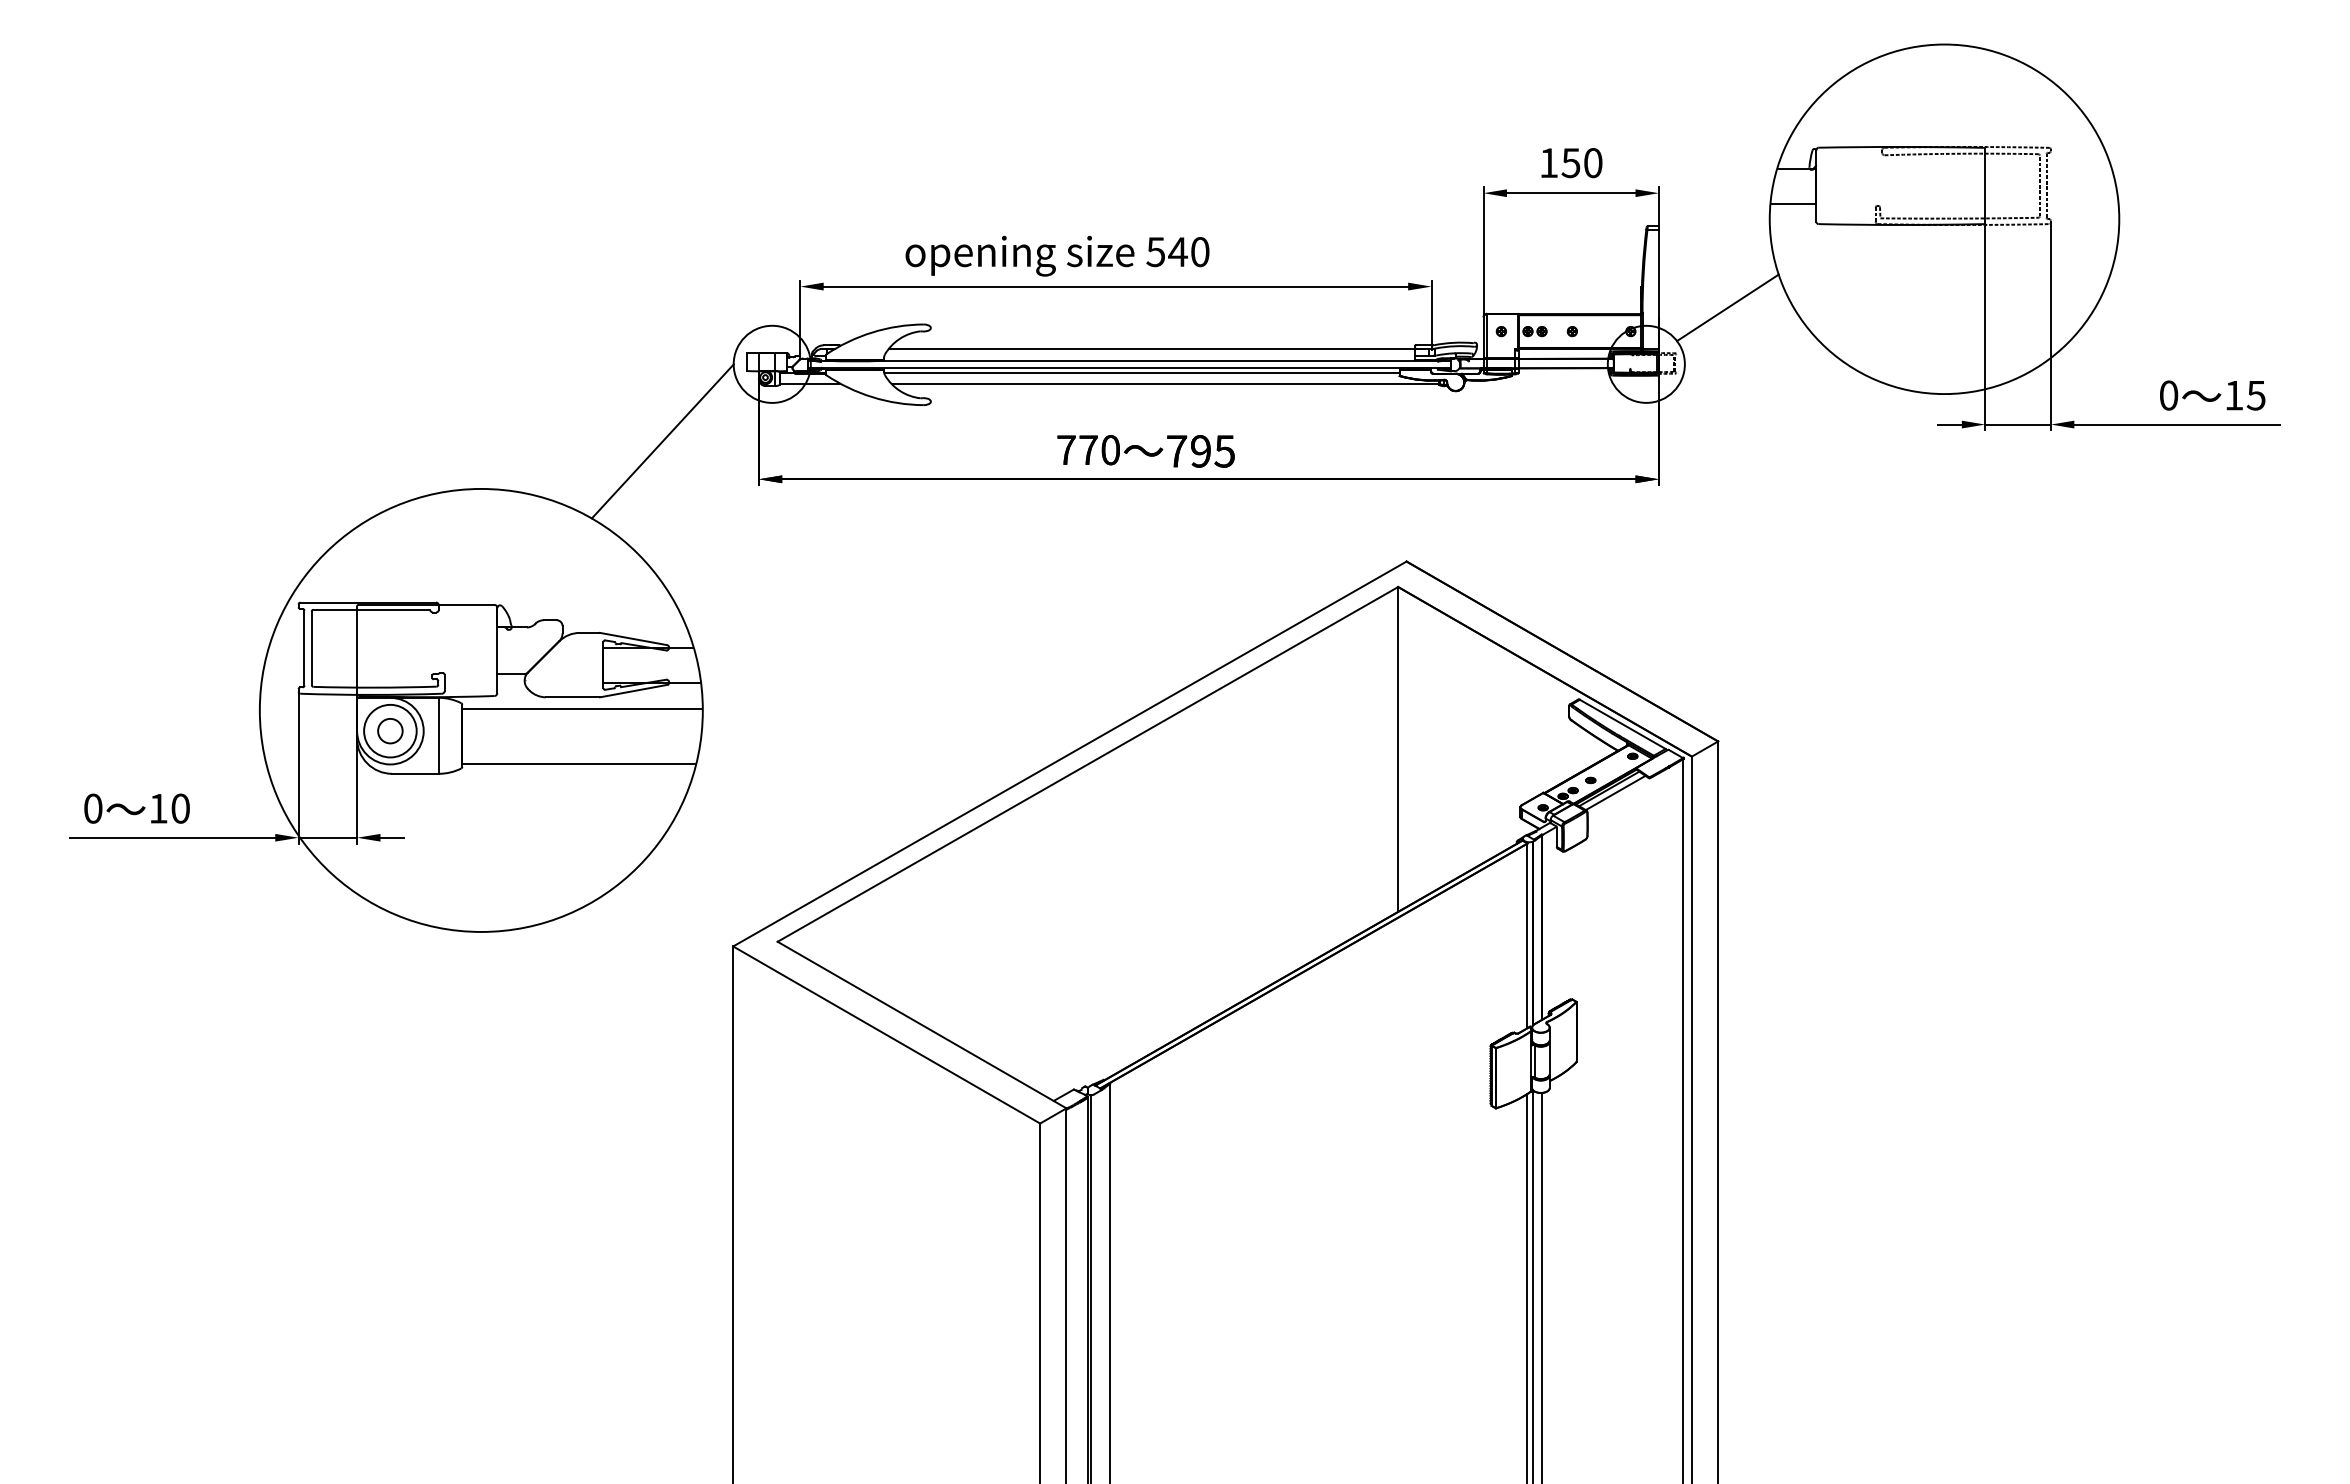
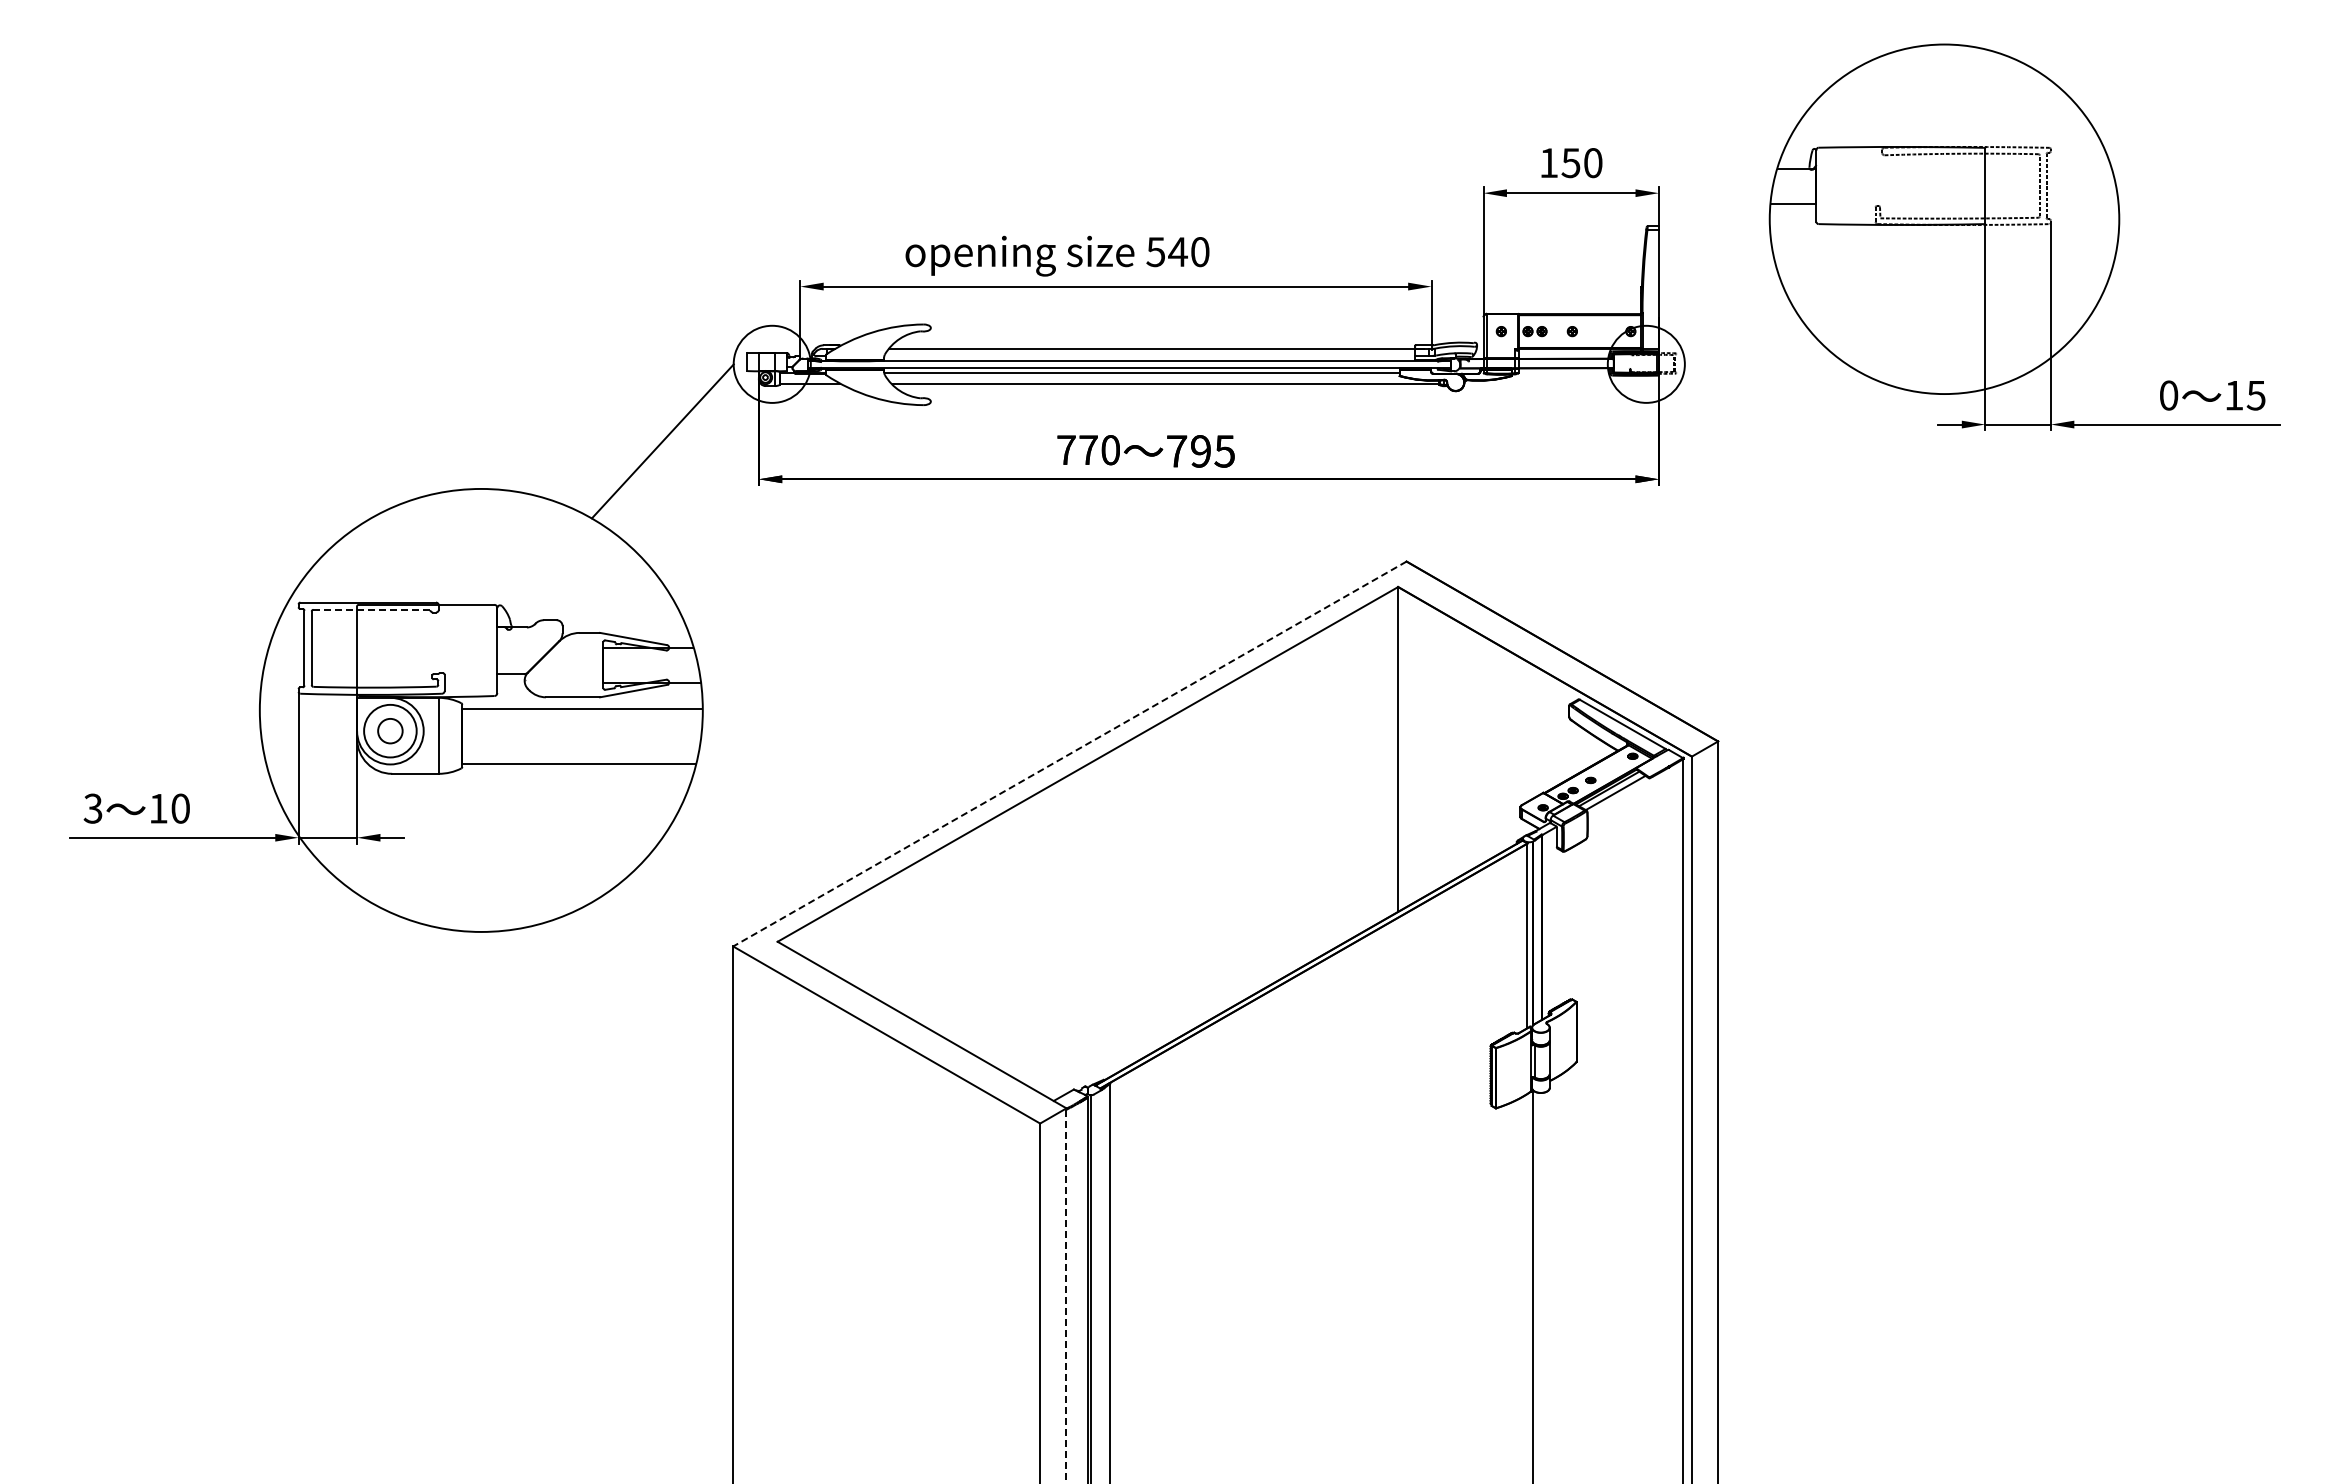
line at (1727, 307): present -> none
line at (372, 609): solid -> dashed
line at (1069, 754): solid -> dashed
text at (92, 808): 0 -> 3
line at (1527, 1286): present -> none
line at (1542, 1286): present -> none
line at (1066, 1295): solid -> dashed
